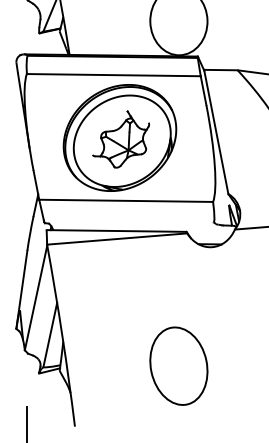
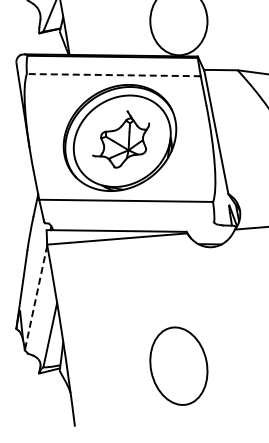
line at (113, 75): solid -> dashed
line at (36, 297): solid -> dashed
line at (27, 423): present -> none
